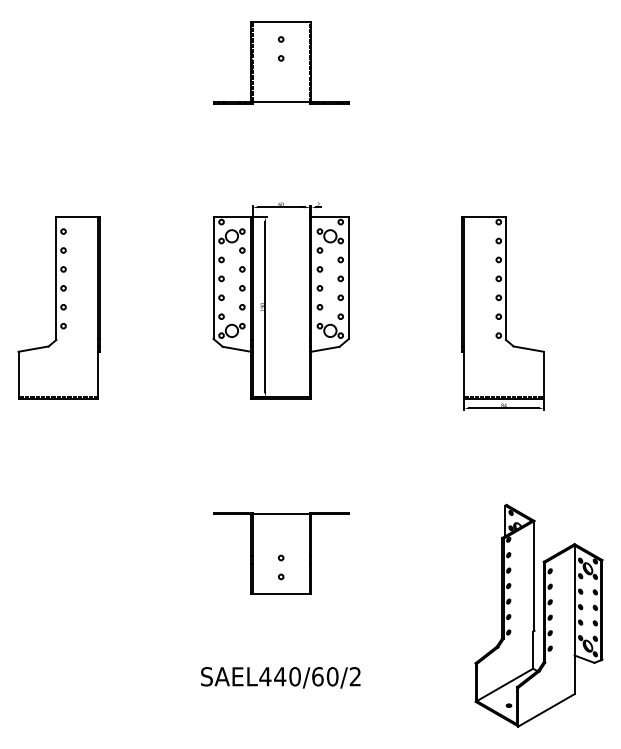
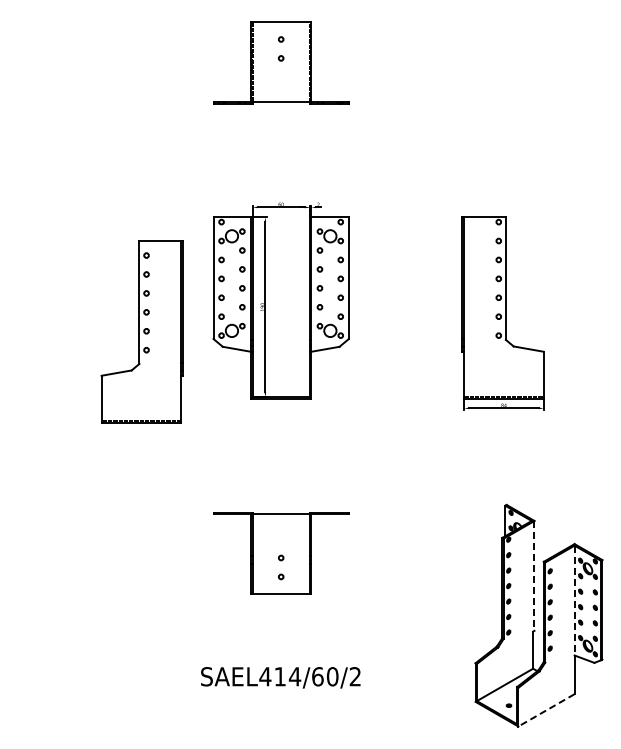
part at (58, 307) position: (58, 307) -> (141, 331)
line at (534, 575): solid -> dashed
line at (574, 600): solid -> dashed
text at (287, 676): SAEL440/60/2 -> SAEL414/60/2
line at (546, 710): solid -> dashed
